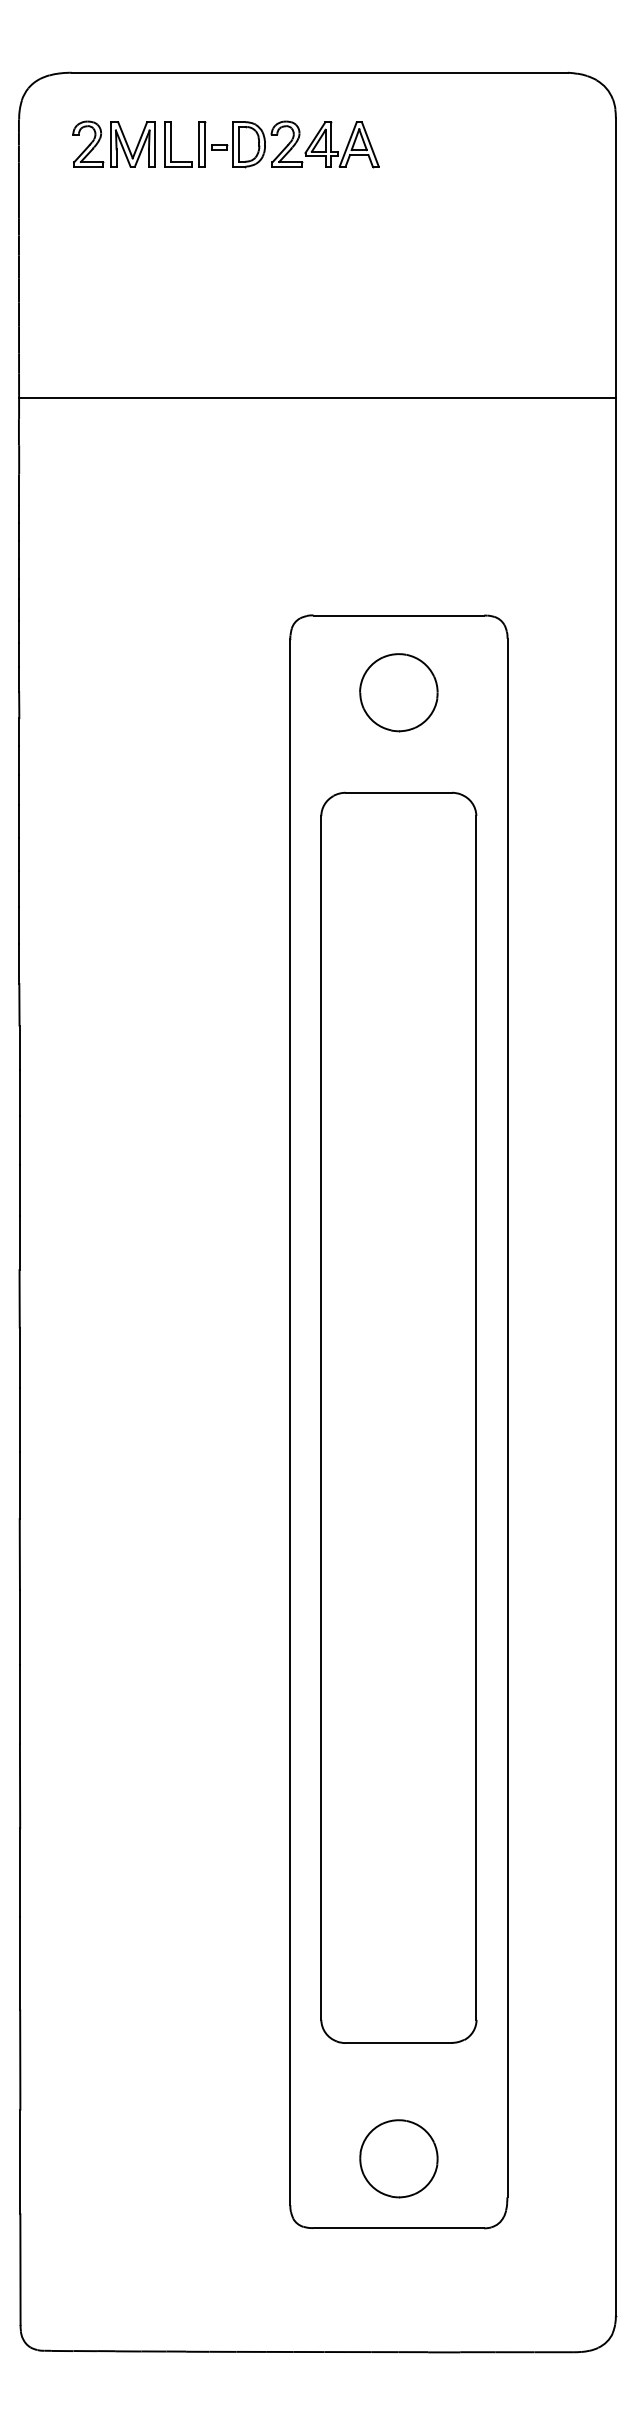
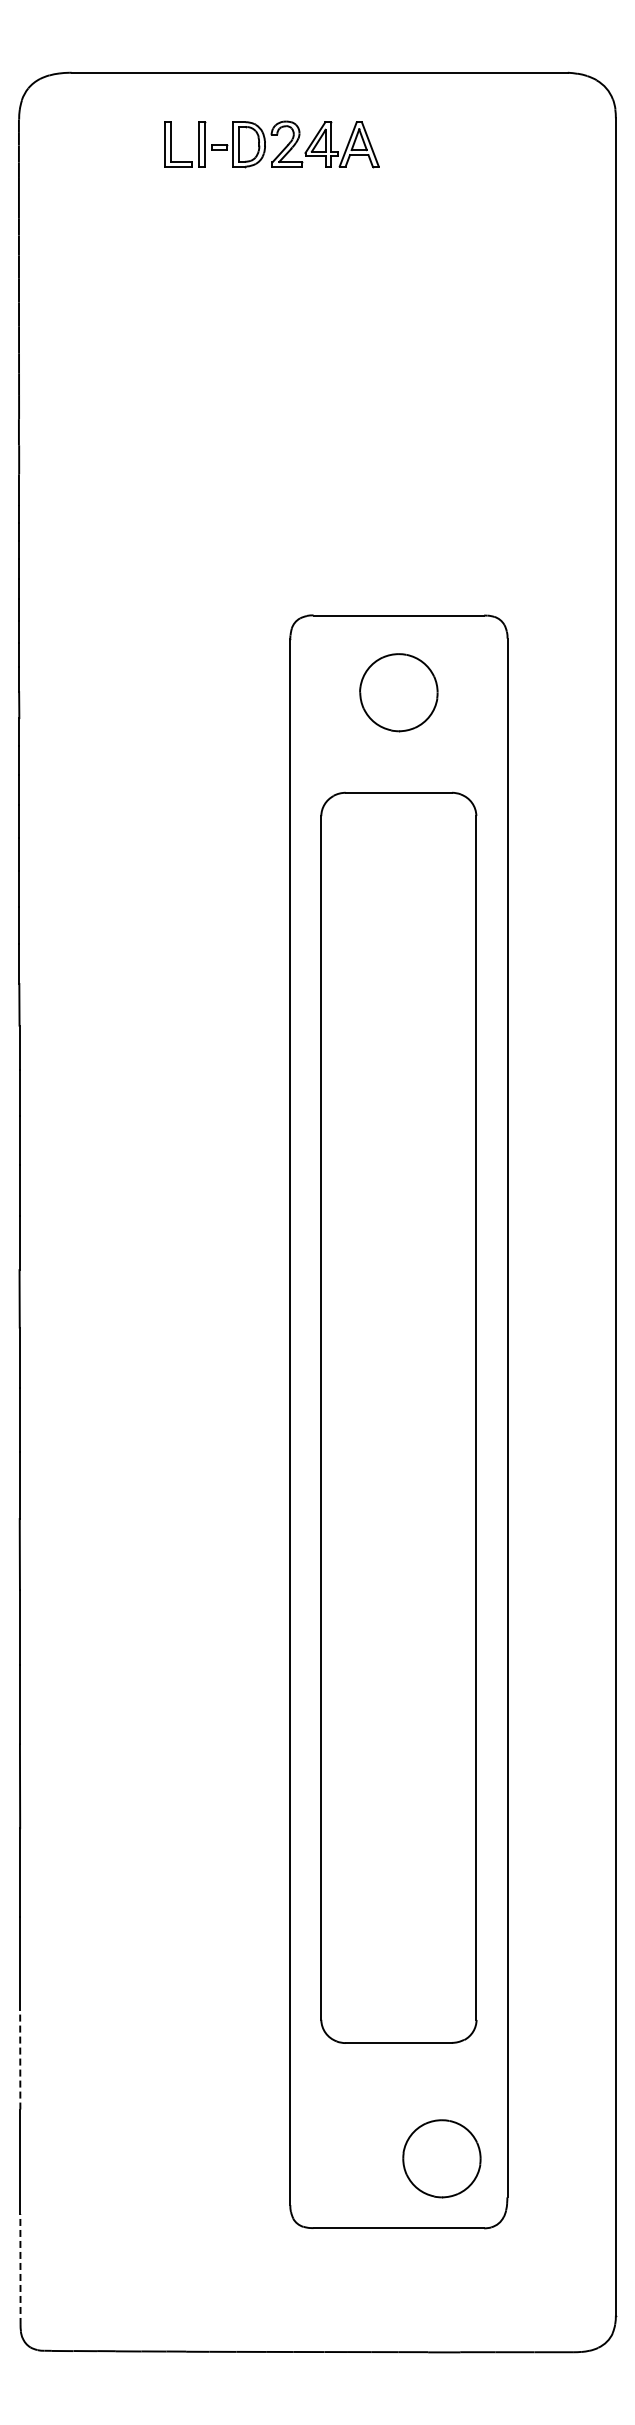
part at (113, 143): present -> none
line at (317, 398): present -> none
line at (20, 2060): solid -> dashed
part at (398, 2158) position: (398, 2158) -> (441, 2158)
line at (20, 2269): solid -> dashed
